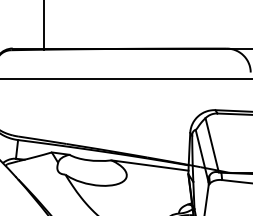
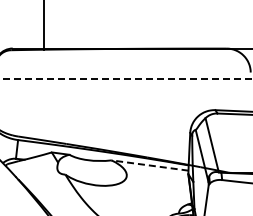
line at (126, 78): solid -> dashed
line at (150, 165): solid -> dashed
